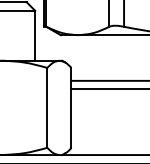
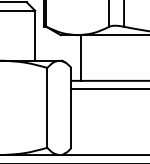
line at (81, 57): none -> present
